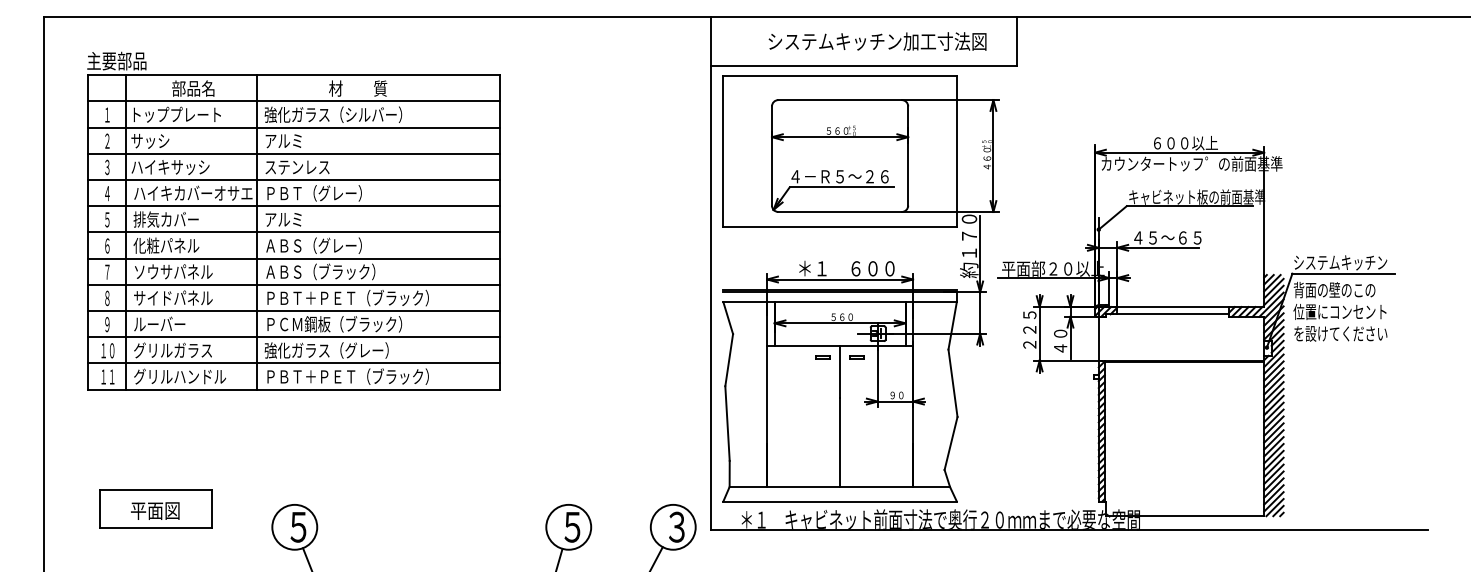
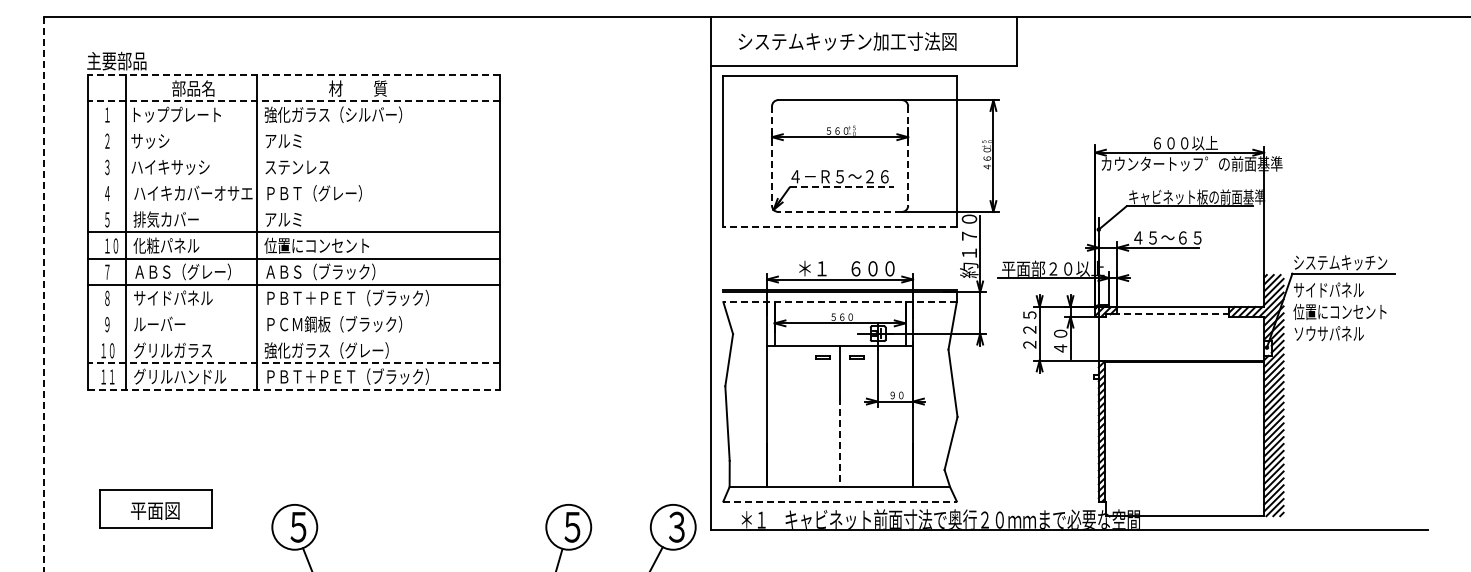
text at (877, 41) position: (877, 41) -> (847, 41)
line at (294, 75): solid -> dashed
line at (294, 101): solid -> dashed
line at (293, 127): present -> none
line at (293, 153): present -> none
line at (772, 156): solid -> dashed
line at (908, 156): solid -> dashed
line at (293, 180): present -> none
line at (842, 187): solid -> dashed
line at (293, 206): present -> none
line at (840, 211): solid -> dashed
line at (840, 226): solid -> dashed
text at (111, 245): ６ -> １０
text at (316, 245): ＡＢＳ（グレー） -> 位置にコンセント
text at (182, 271): ソウサパネル -> ＡＢＳ（グレー）
text at (1334, 289): 背面の壁のこの -> サイドパネル
line at (44, 294): solid -> dashed
line at (840, 302): solid -> dashed
line at (293, 310): present -> none
line at (1171, 314): solid -> dashed
text at (1340, 333): を設けてください -> ソウサパネル
line at (293, 337): present -> none
line at (294, 363): solid -> dashed
line at (294, 389): solid -> dashed
line at (840, 442): solid -> dashed
line at (840, 501): solid -> dashed
